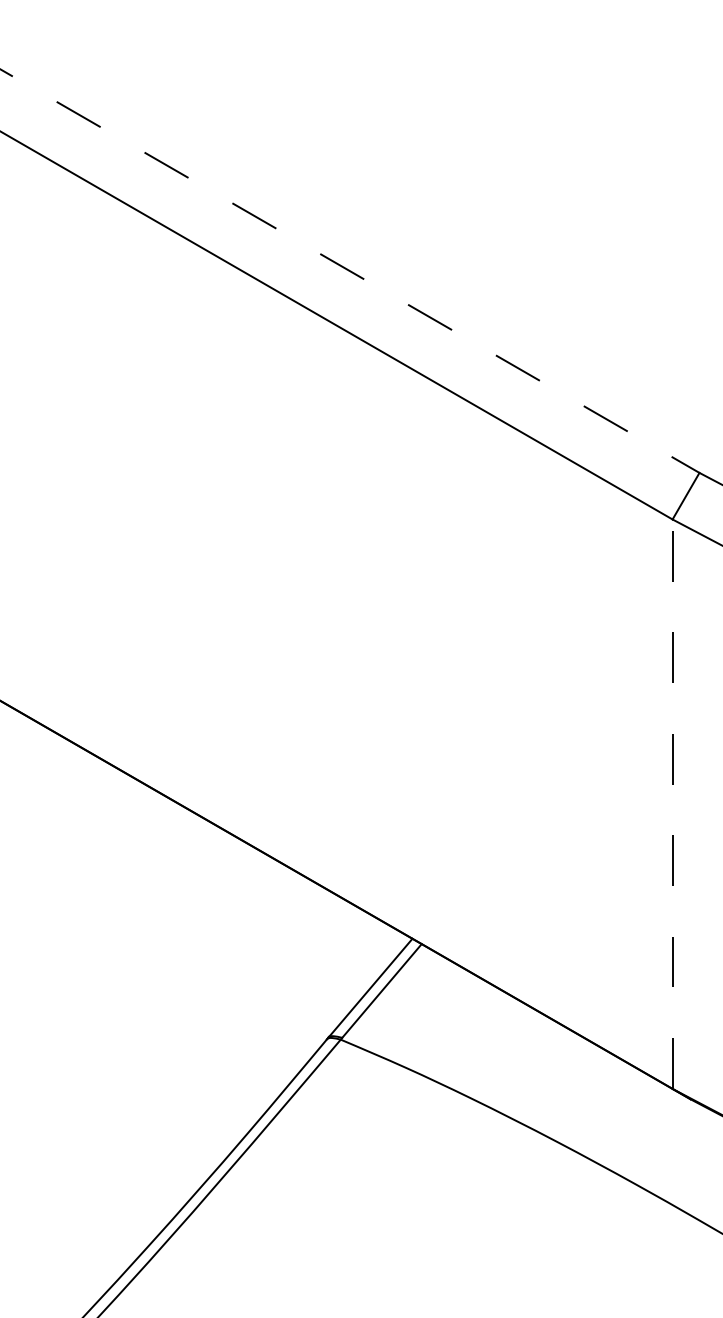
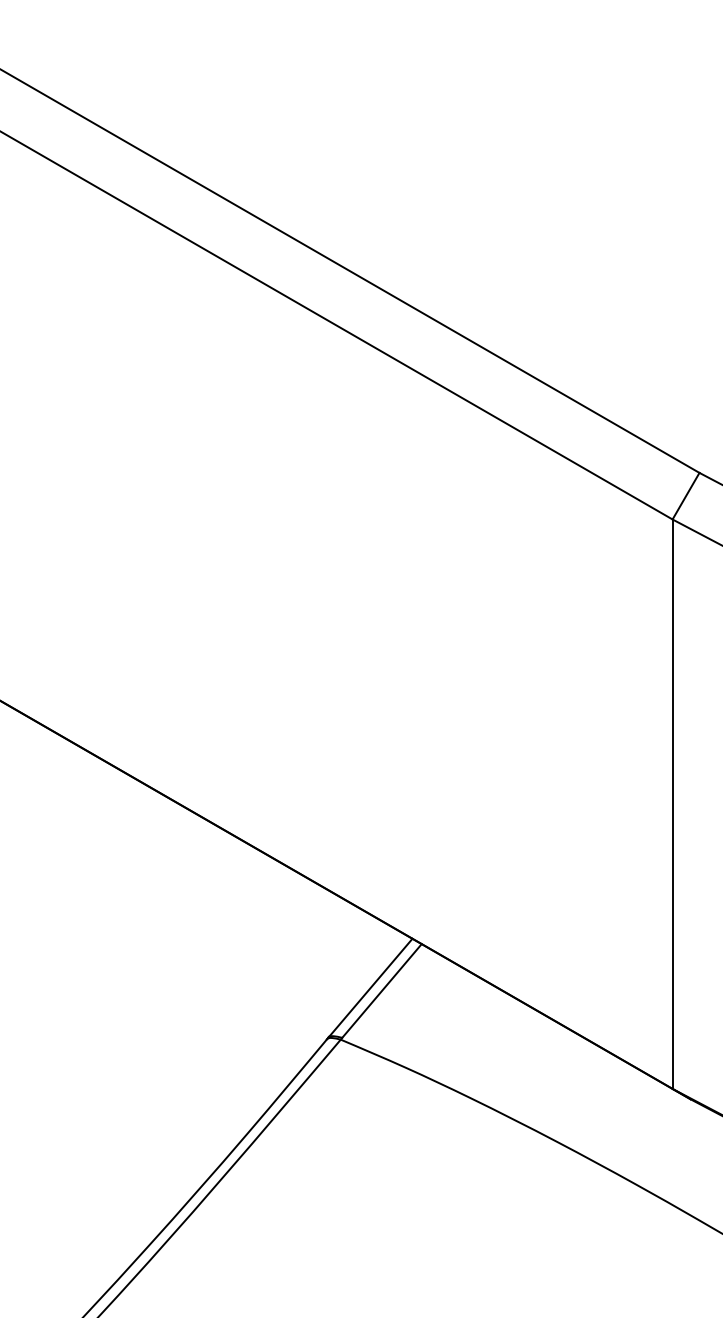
line at (350, 271): dashed -> solid
line at (672, 804): dashed -> solid
